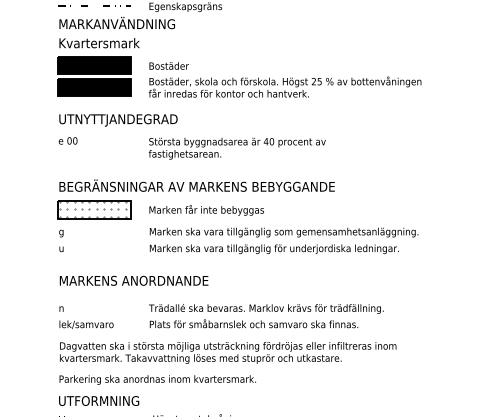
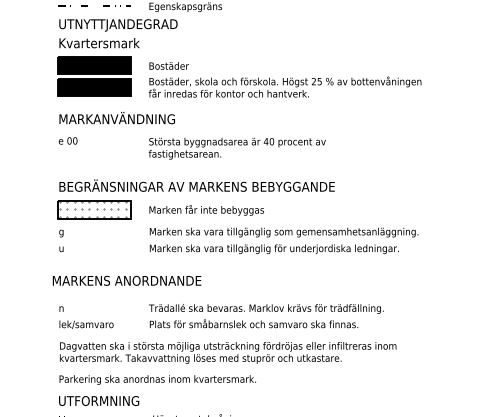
text at (118, 23): MARKANVÄNDNING -> UTNYTTJANDEGRAD
text at (118, 118): UTNYTTJANDEGRAD -> MARKANVÄNDNING
text at (133, 280) position: (133, 280) -> (126, 280)
